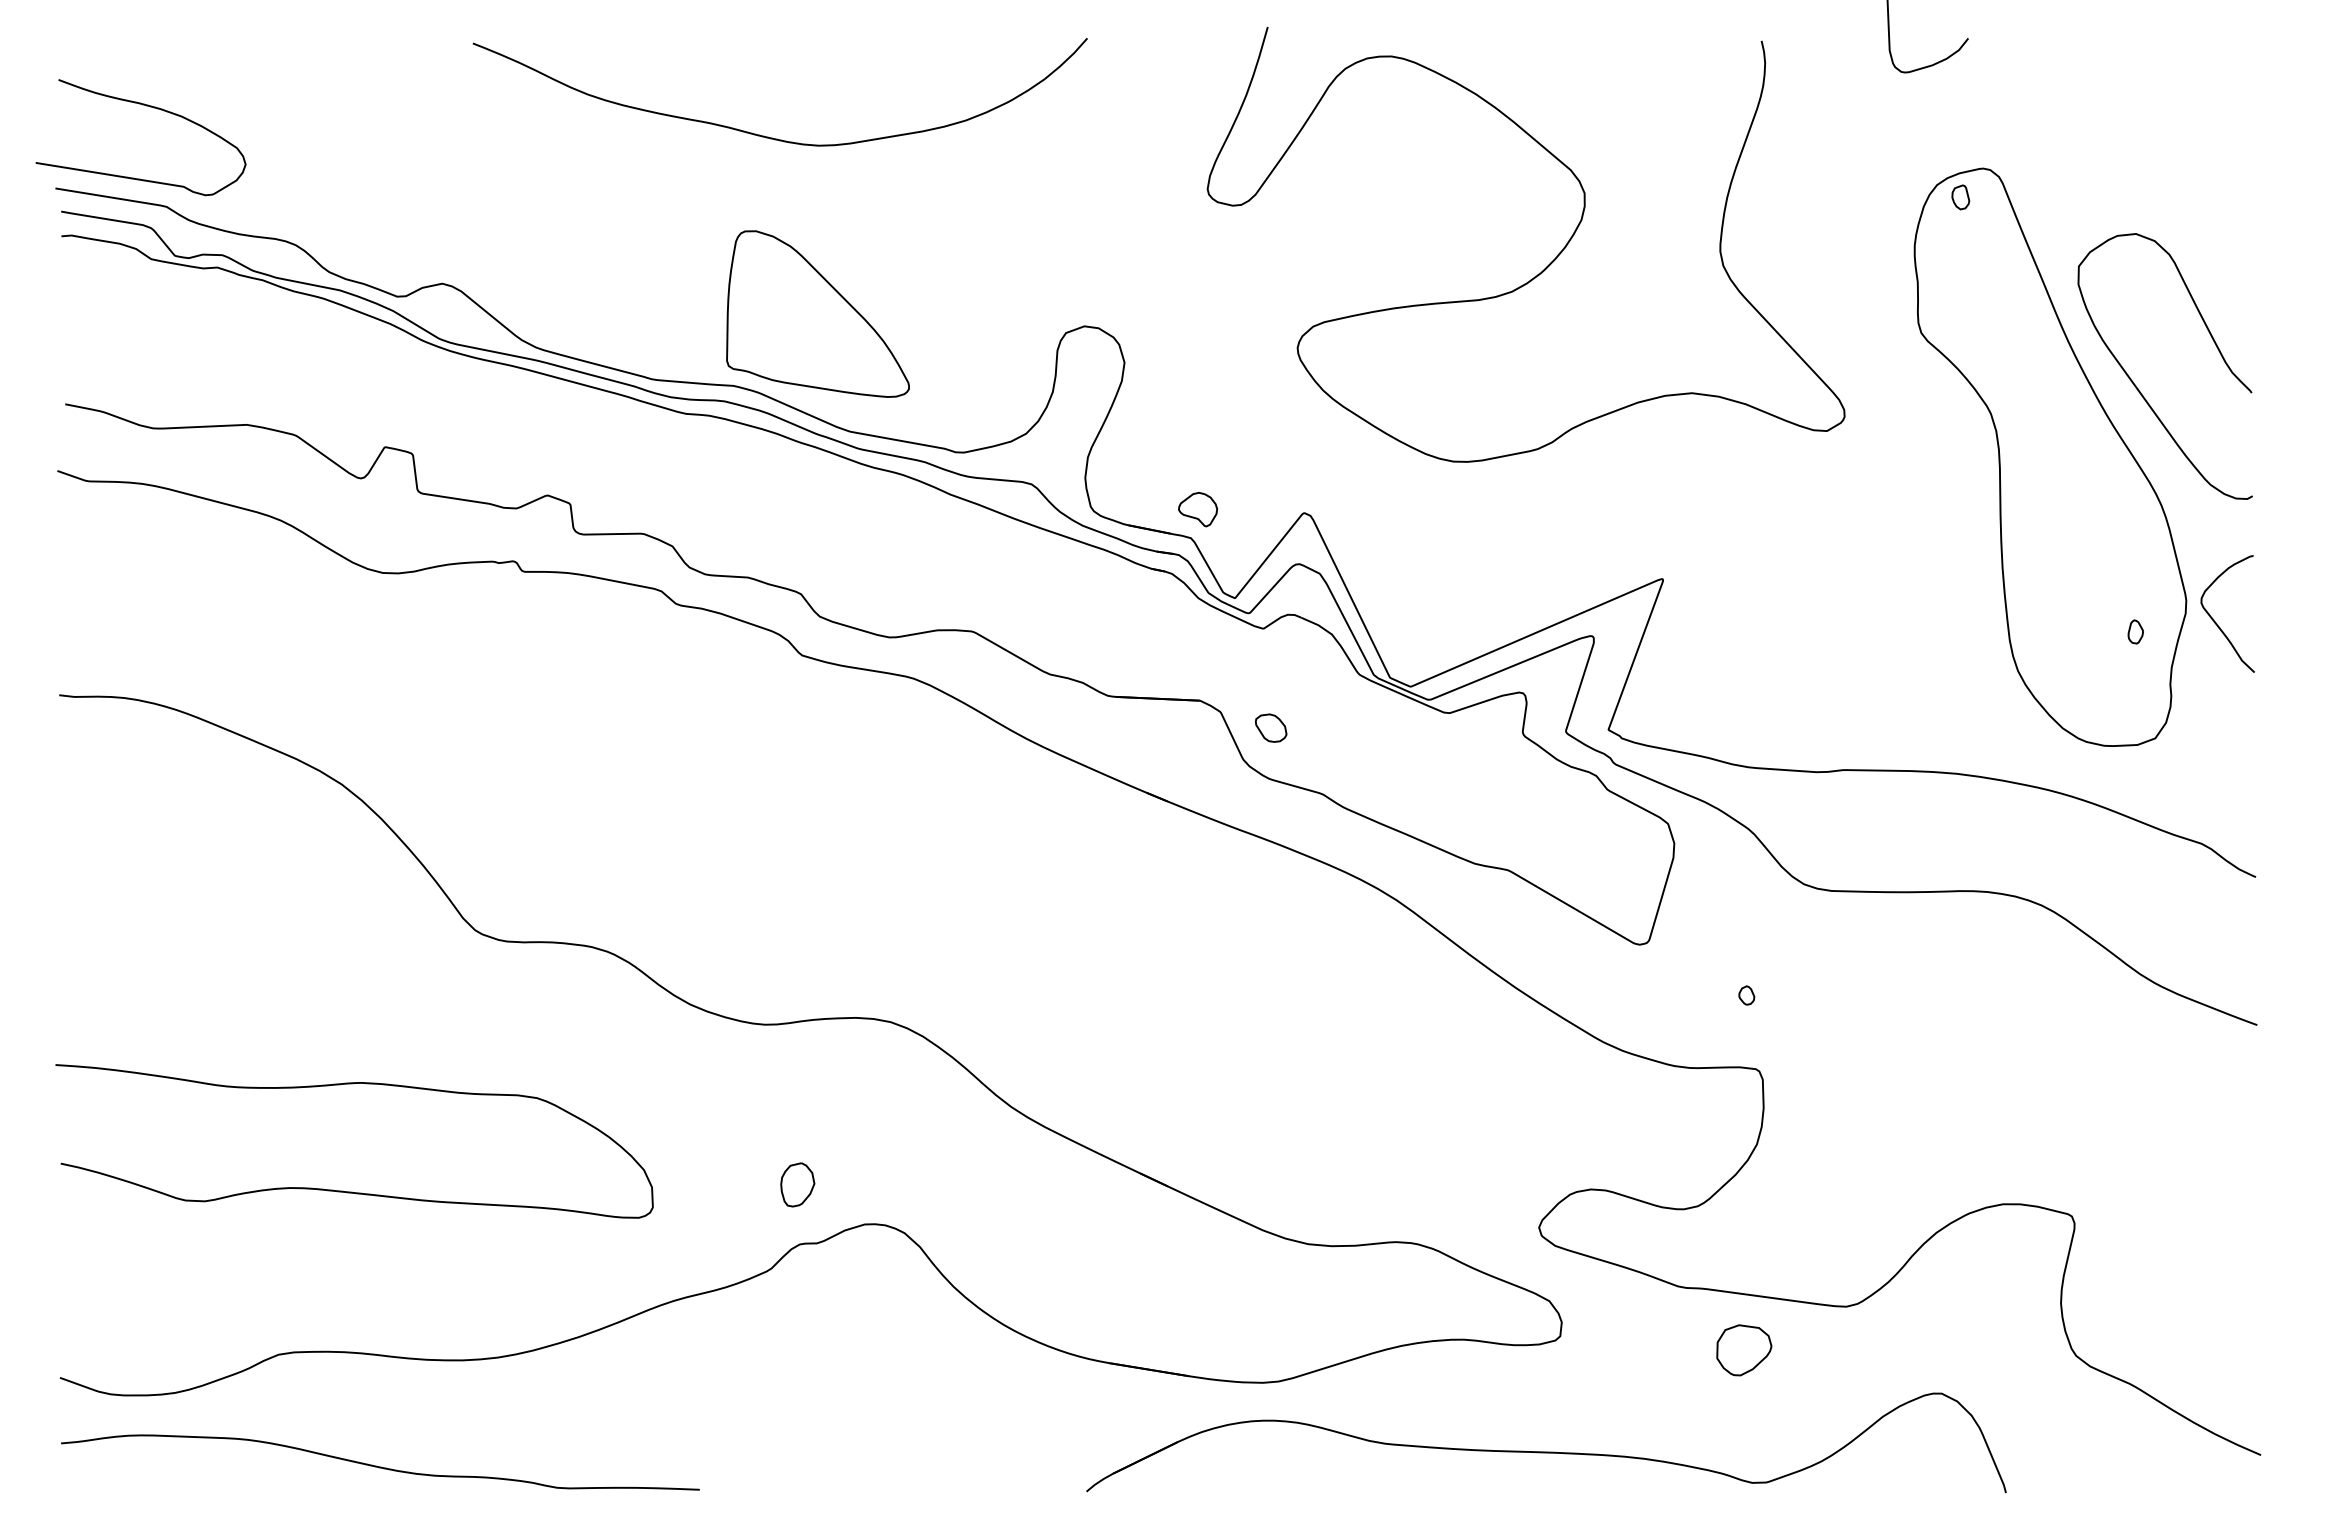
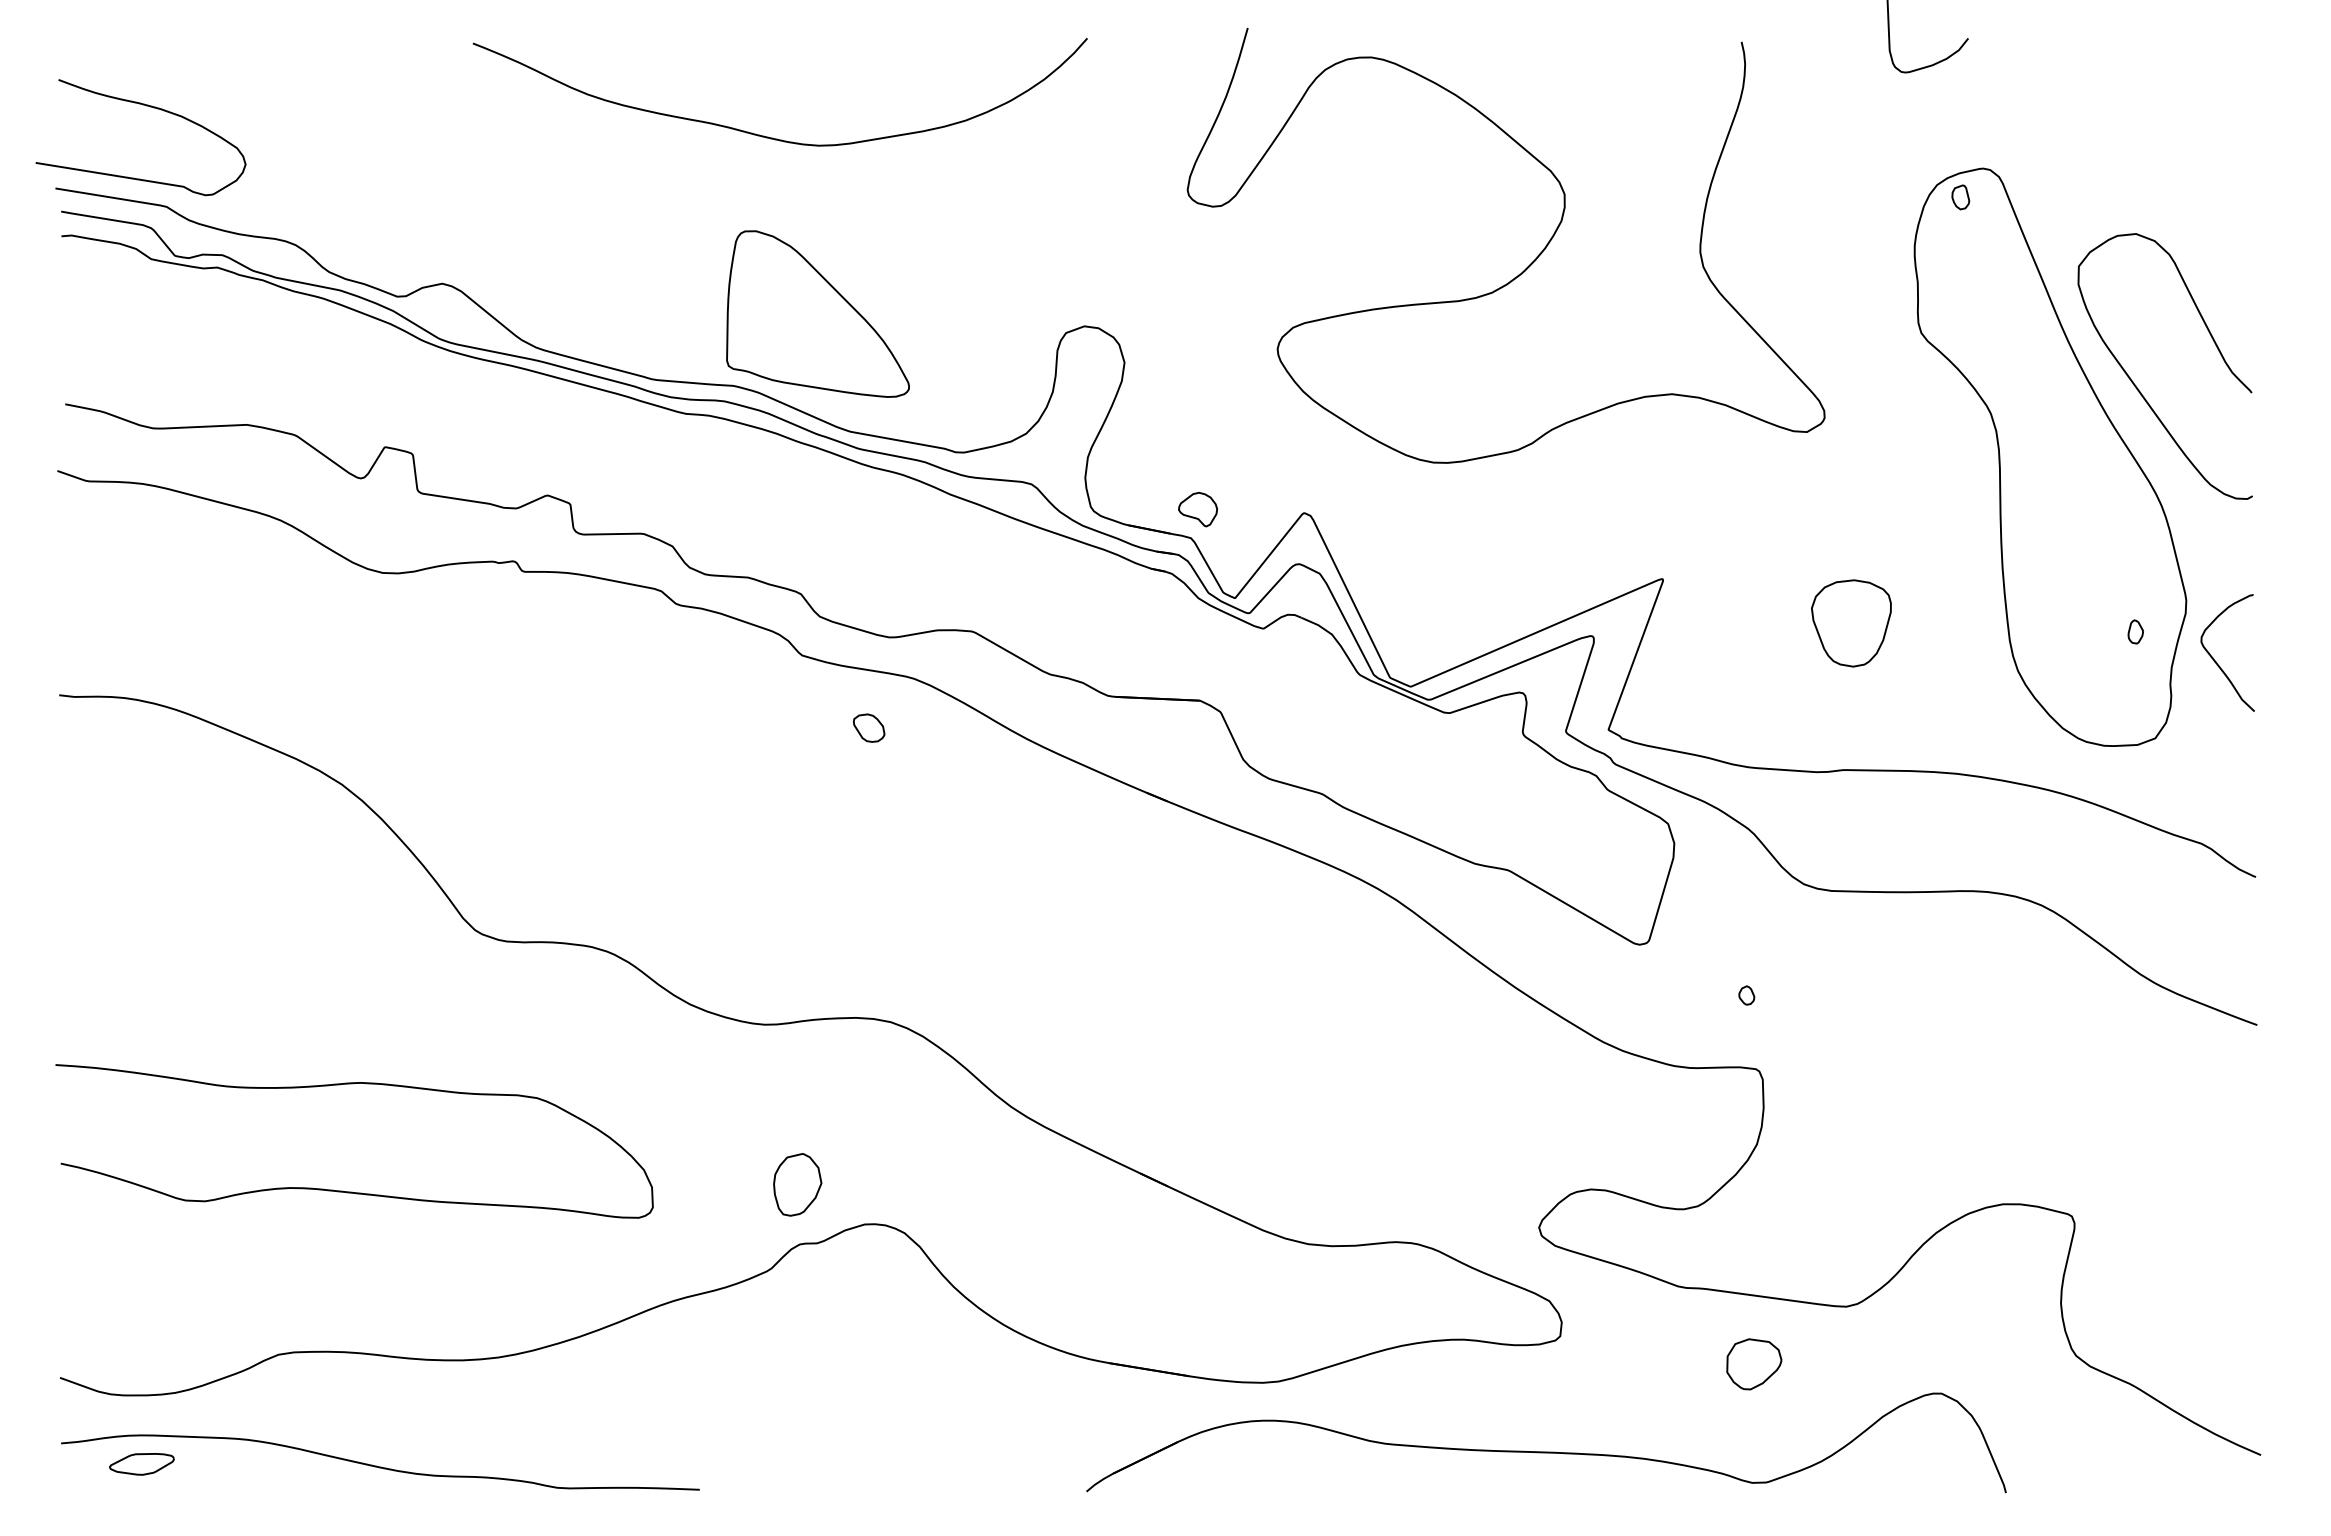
curve at (1547, 265) position: (1547, 265) -> (1527, 266)
part at (1851, 623): none -> present
curve at (2217, 623) position: (2217, 623) -> (2217, 662)
part at (1271, 727) position: (1271, 727) -> (869, 727)
part at (797, 1184) size: 36x46 px -> 50x64 px
part at (1744, 1350) position: (1744, 1350) -> (1754, 1364)
part at (141, 1464): none -> present
